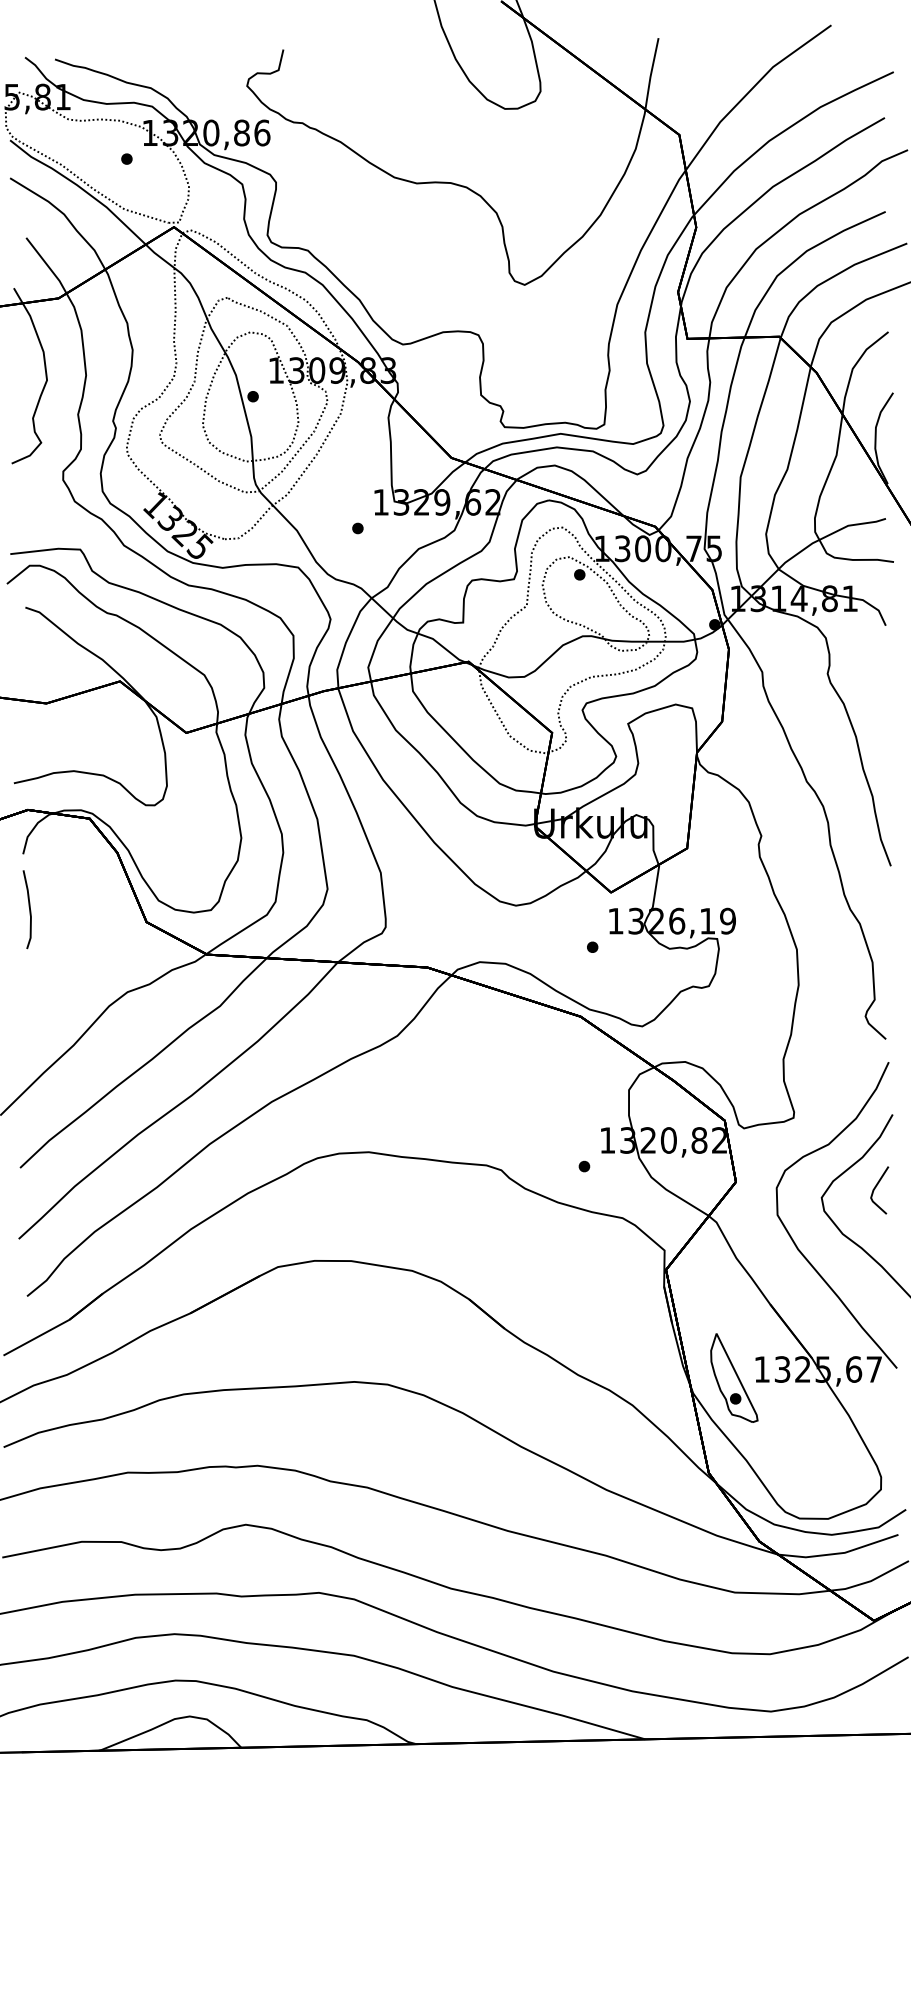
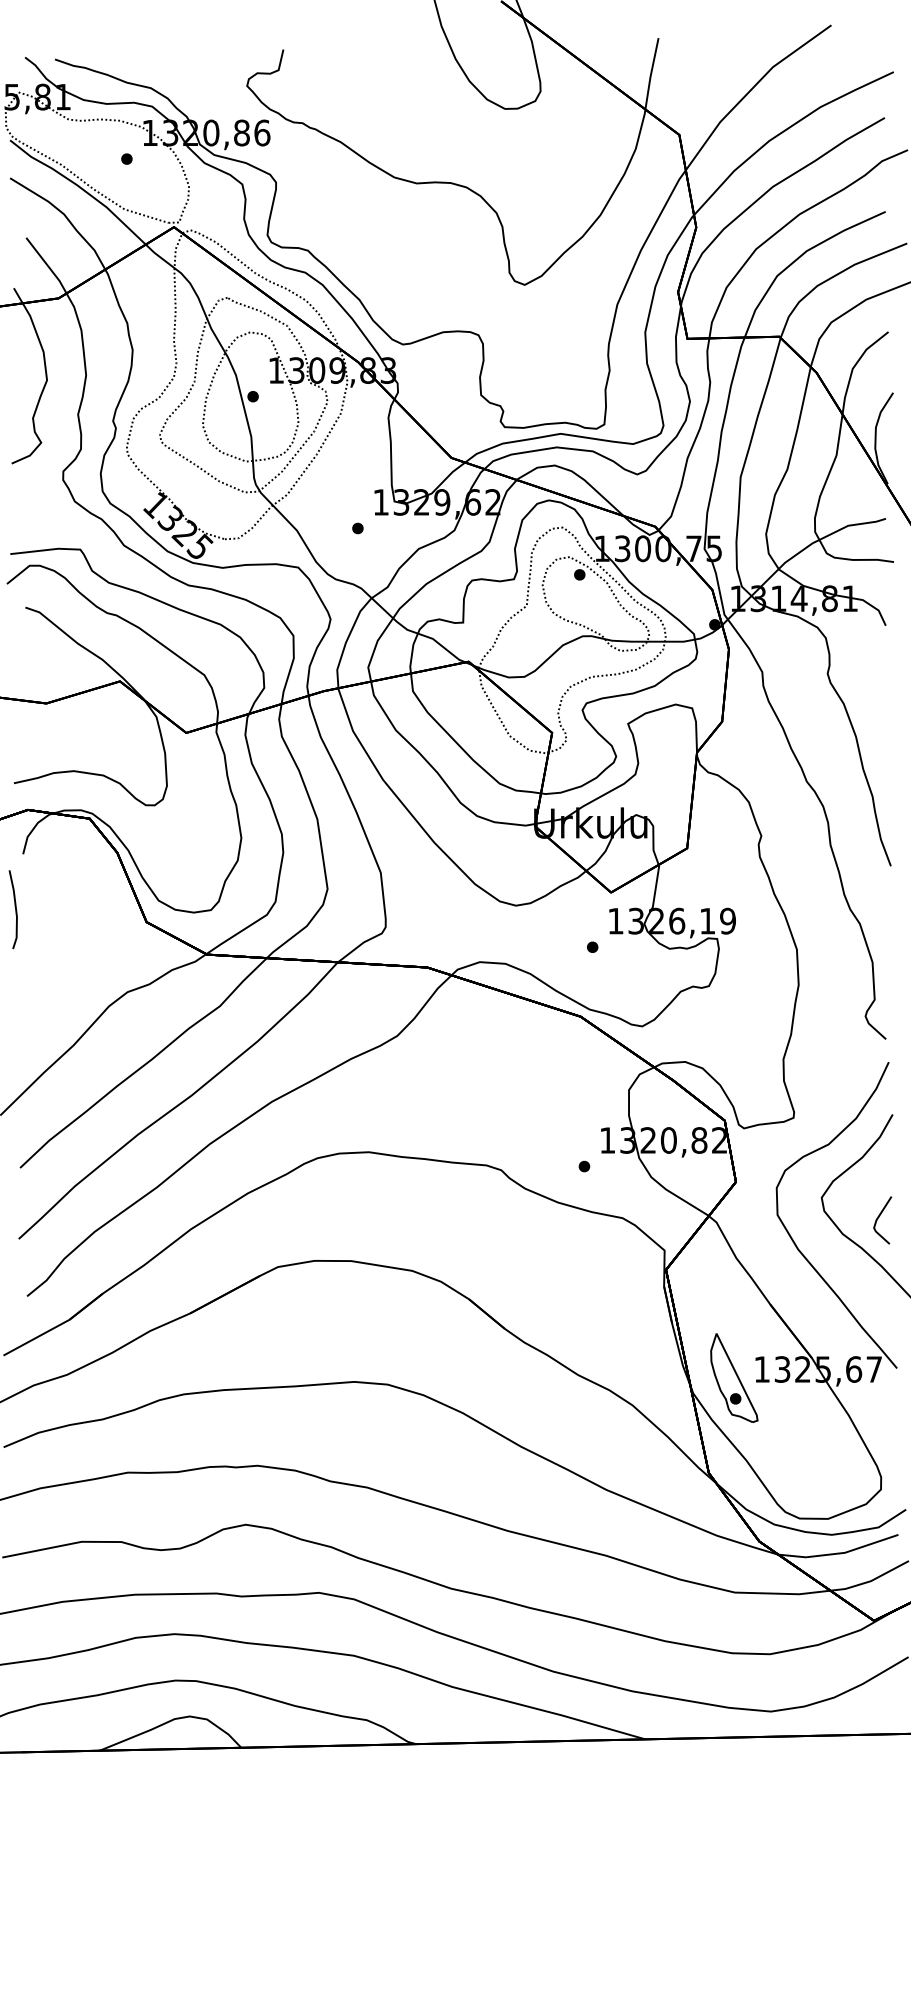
line at (28, 907) position: (28, 907) -> (14, 907)
line at (875, 1189) position: (875, 1189) -> (878, 1219)
